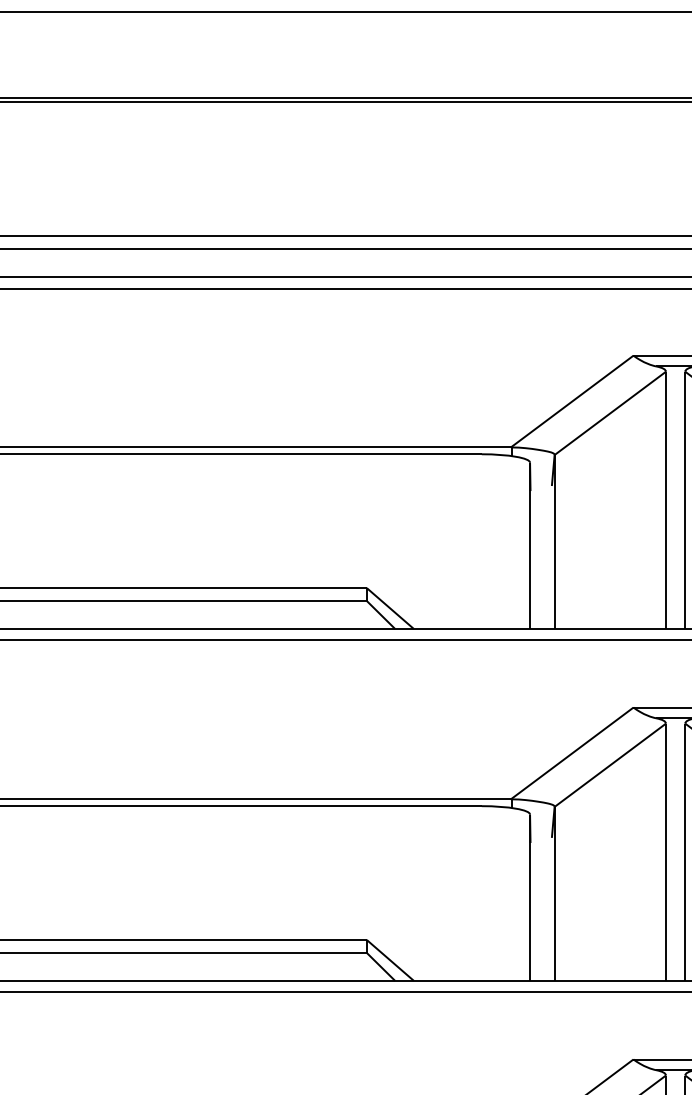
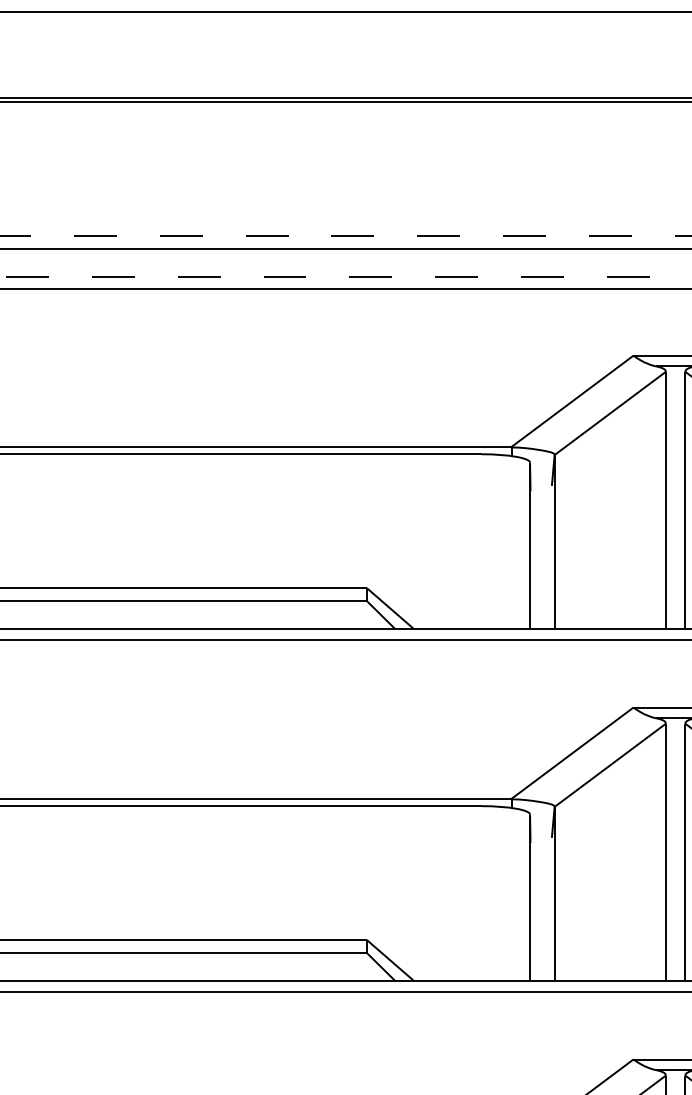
line at (346, 236): solid -> dashed
line at (345, 277): solid -> dashed
